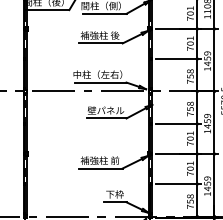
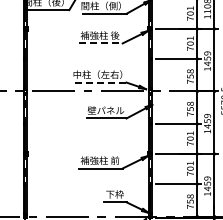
line at (100, 43): solid -> dashed
line at (100, 82): solid -> dashed
